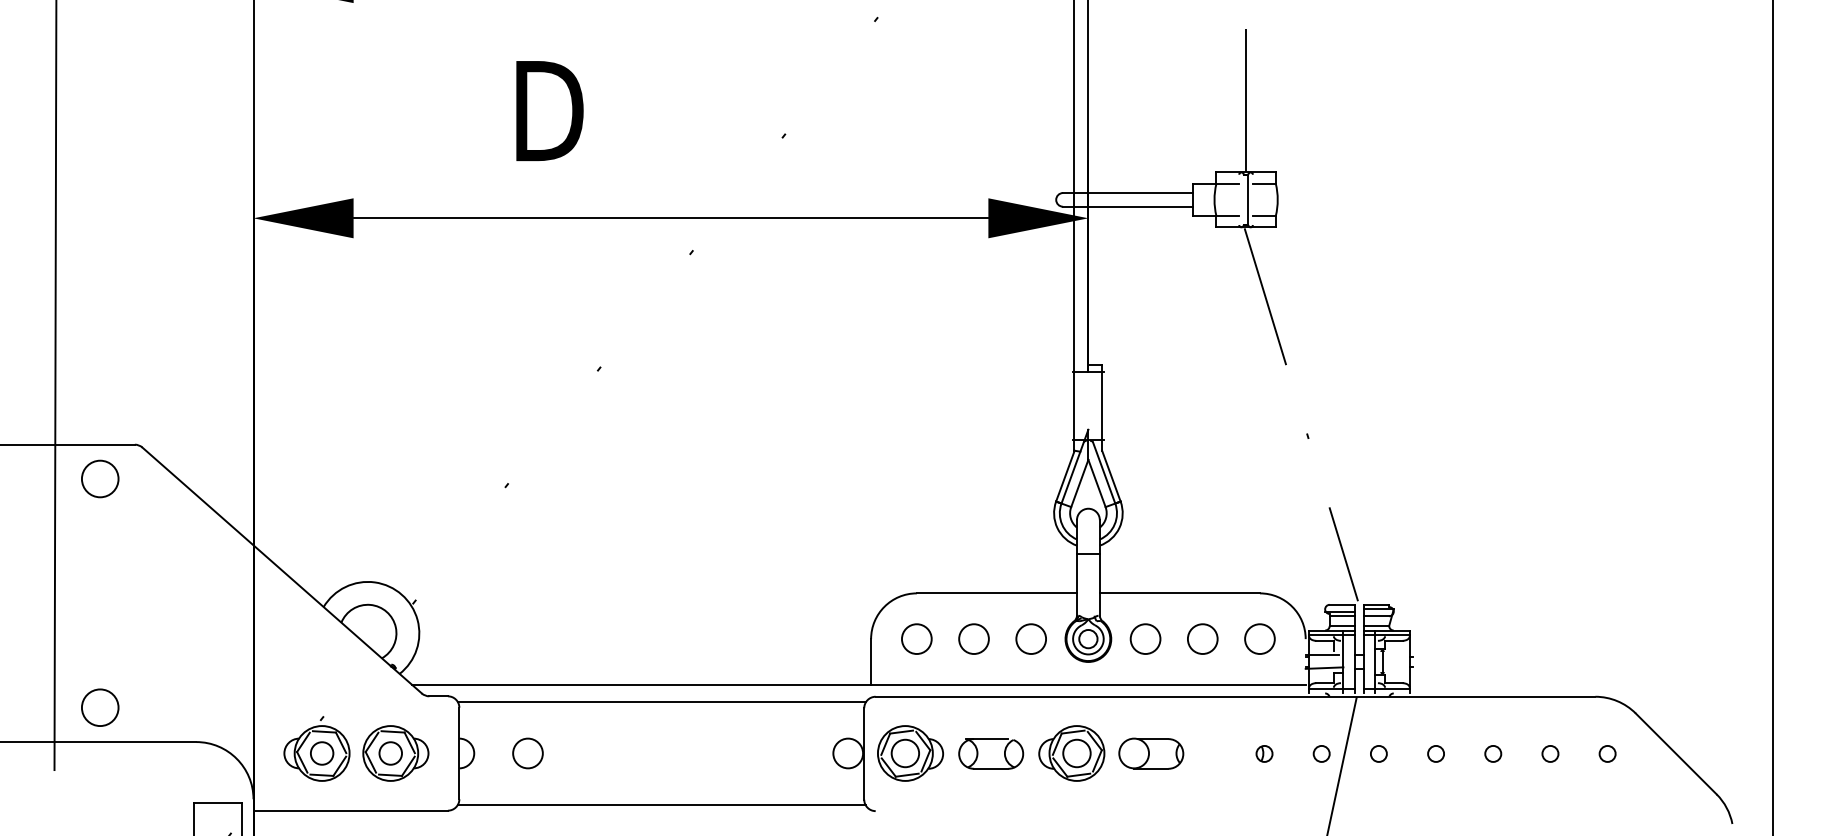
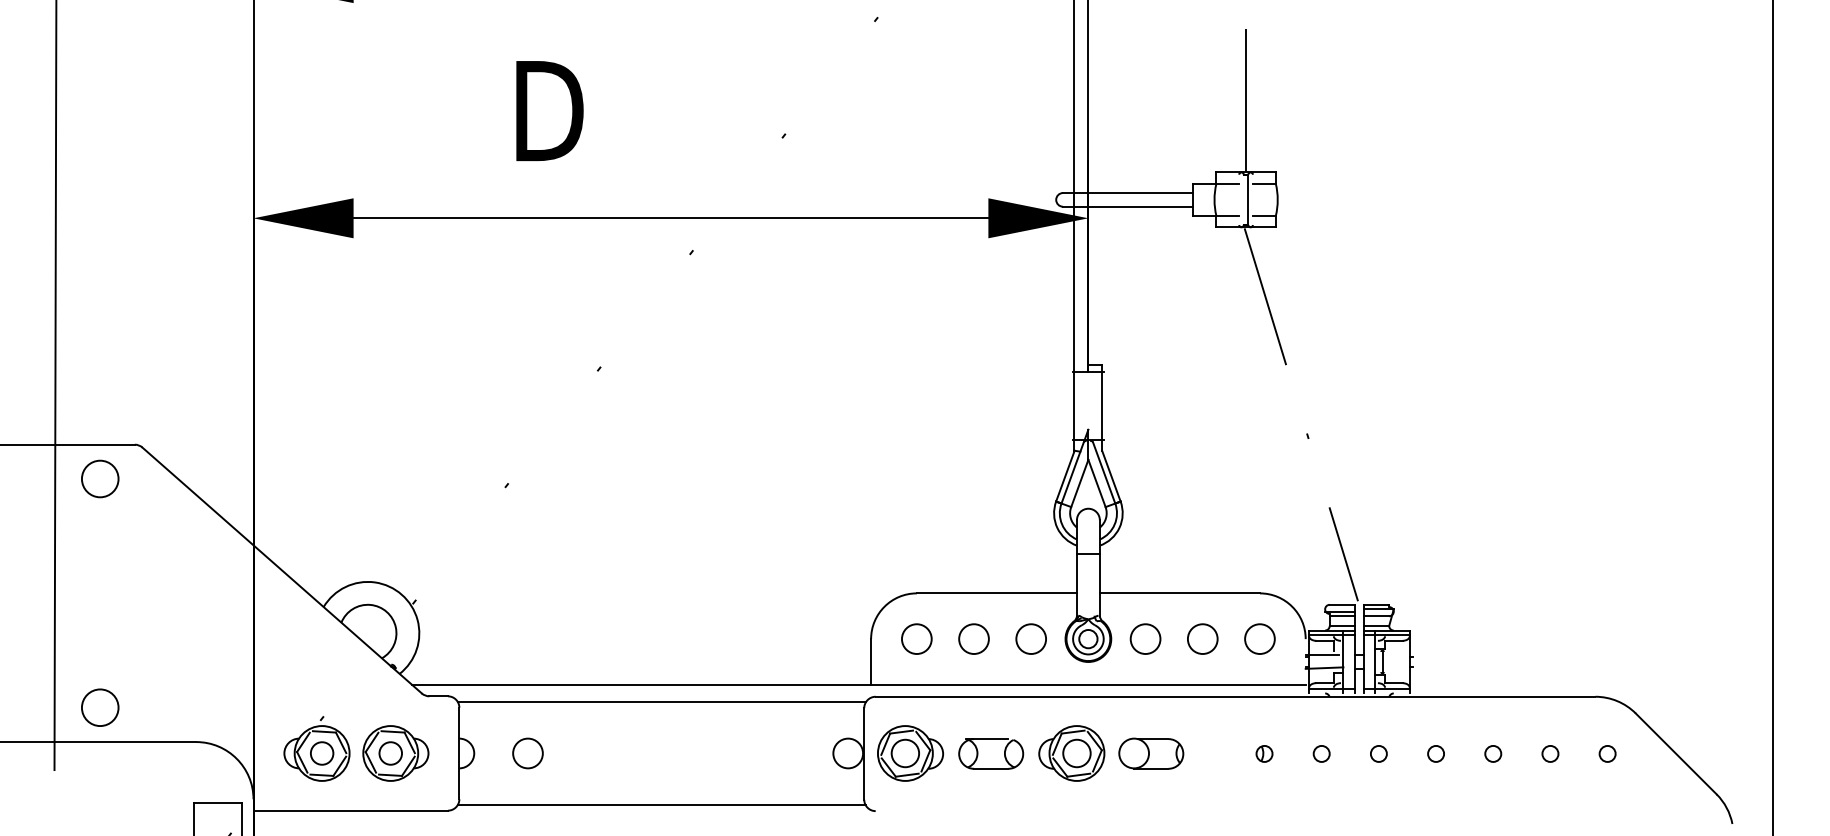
line at (1341, 764): present -> none
